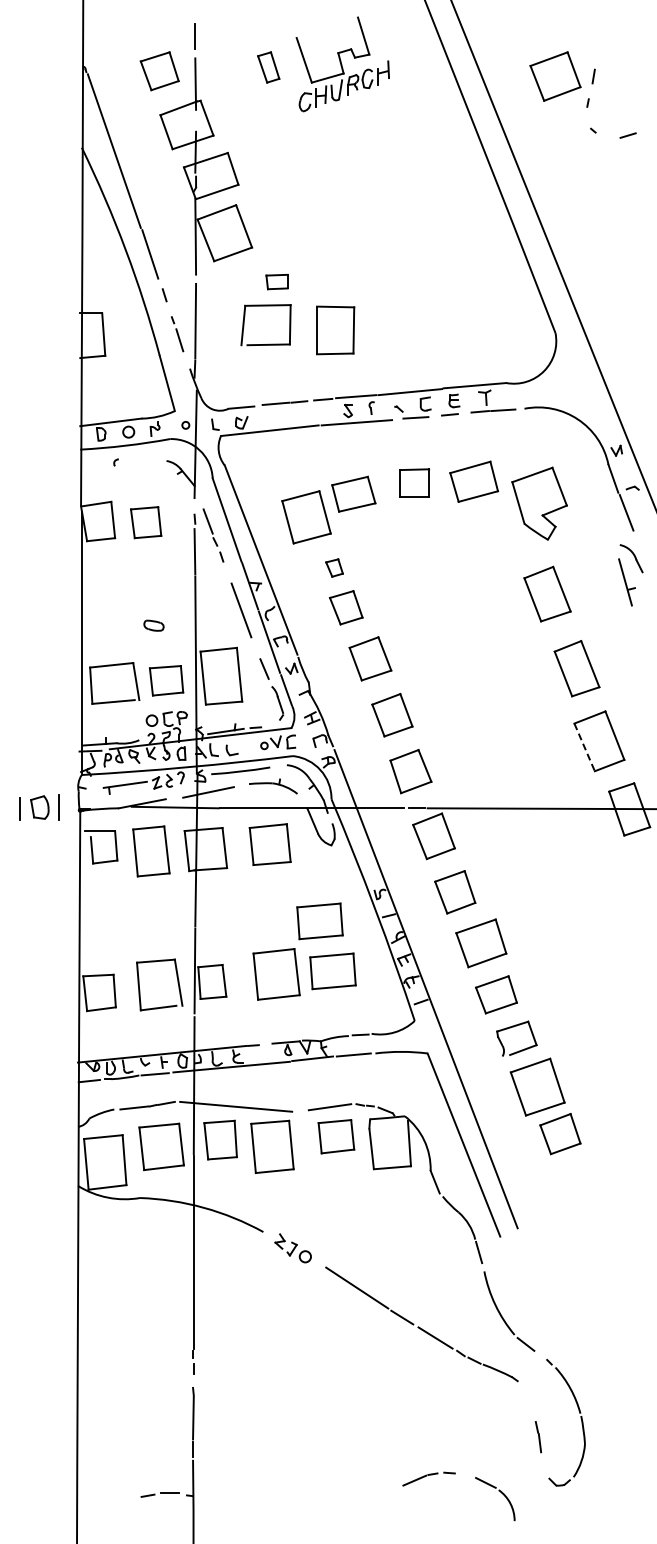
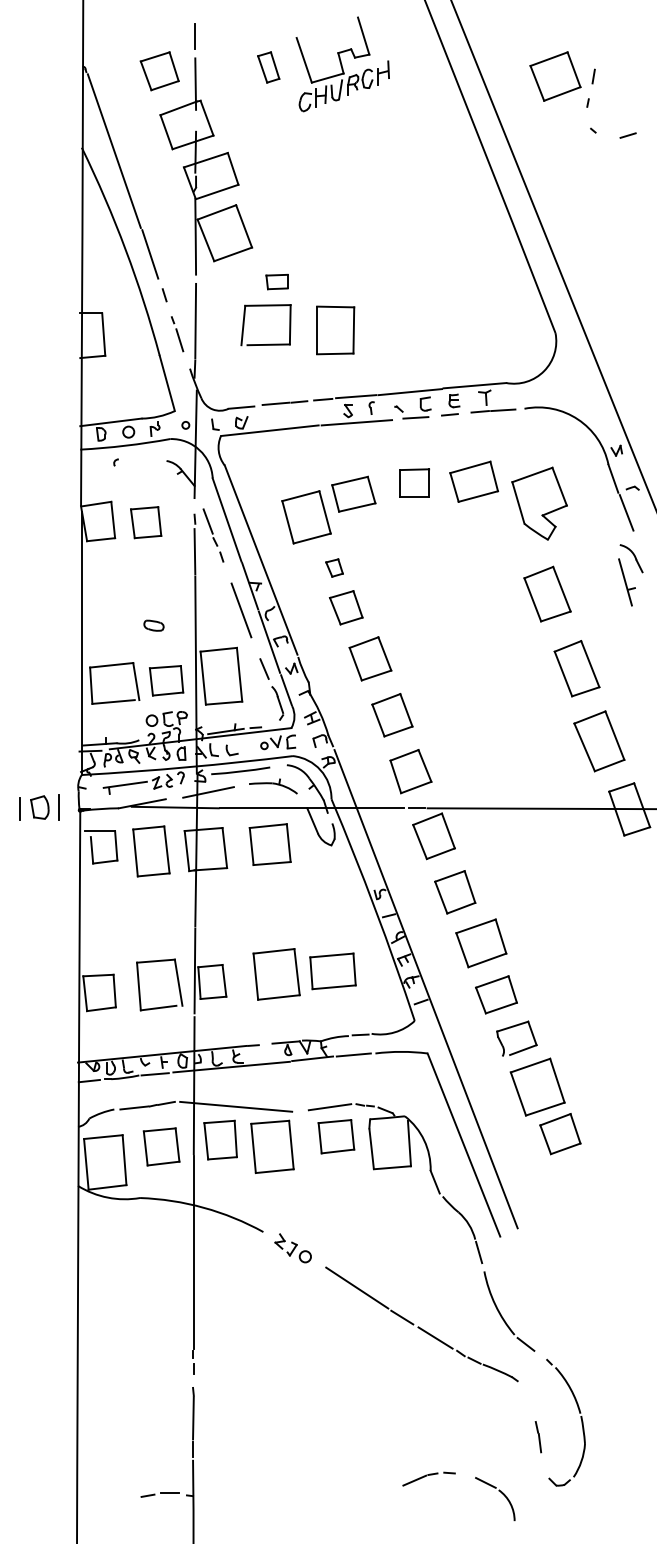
line at (584, 747): dashed -> solid
part at (319, 921): present -> none
part at (161, 1146) size: 47x50 px -> 39x40 px
